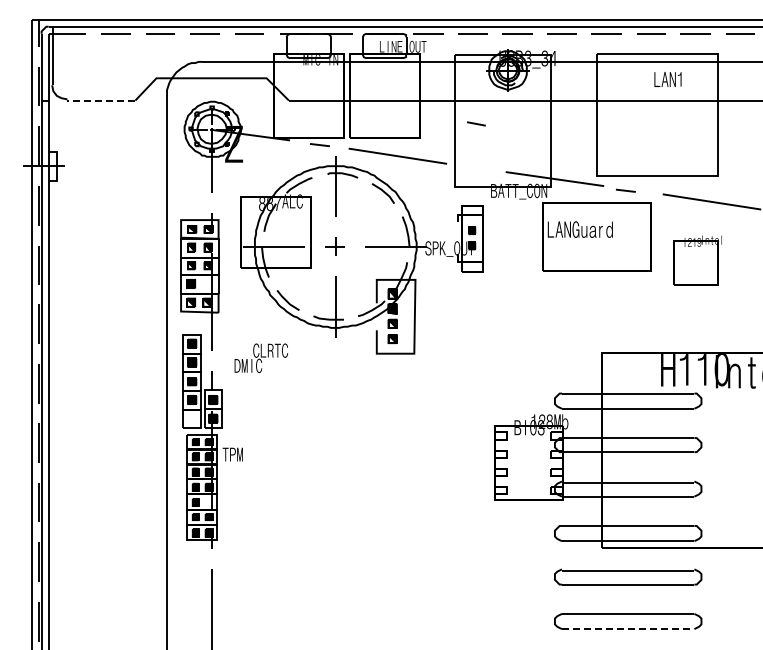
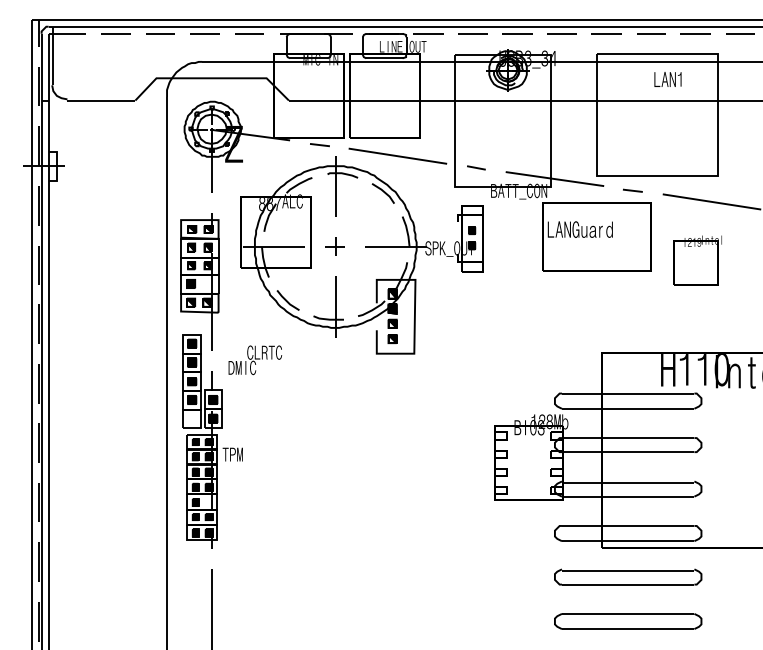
line at (101, 100): dashed -> solid
line at (476, 123) position: (476, 123) -> (476, 167)
line at (625, 190) position: (625, 190) -> (632, 190)
text at (261, 358) position: (261, 358) -> (255, 360)
line at (628, 629): dashed -> solid
